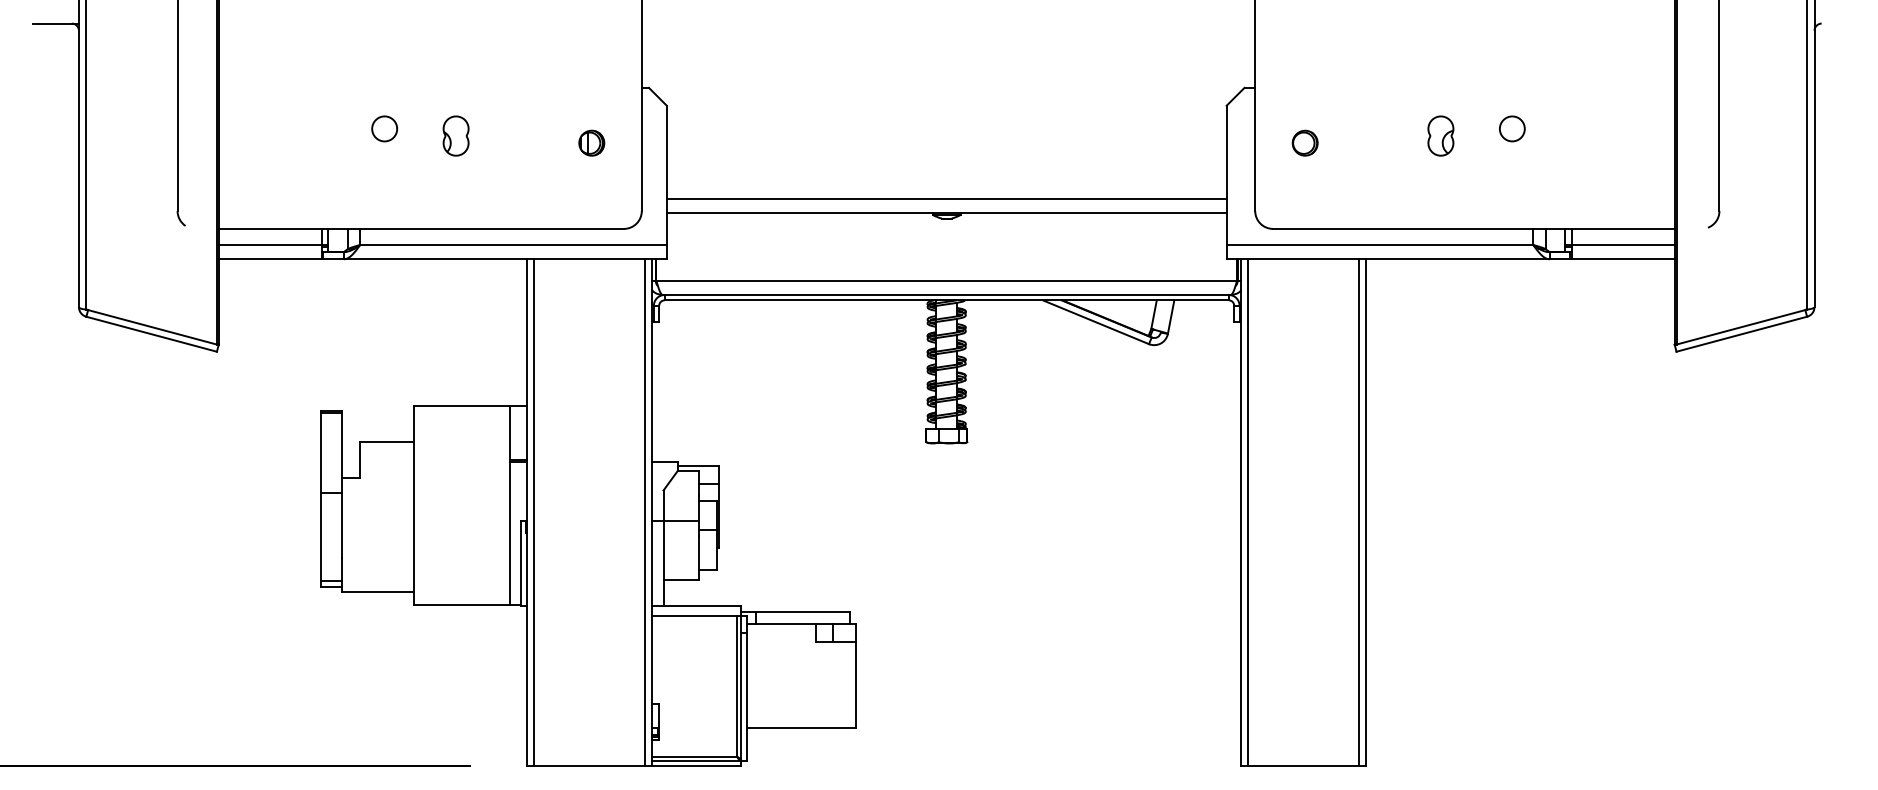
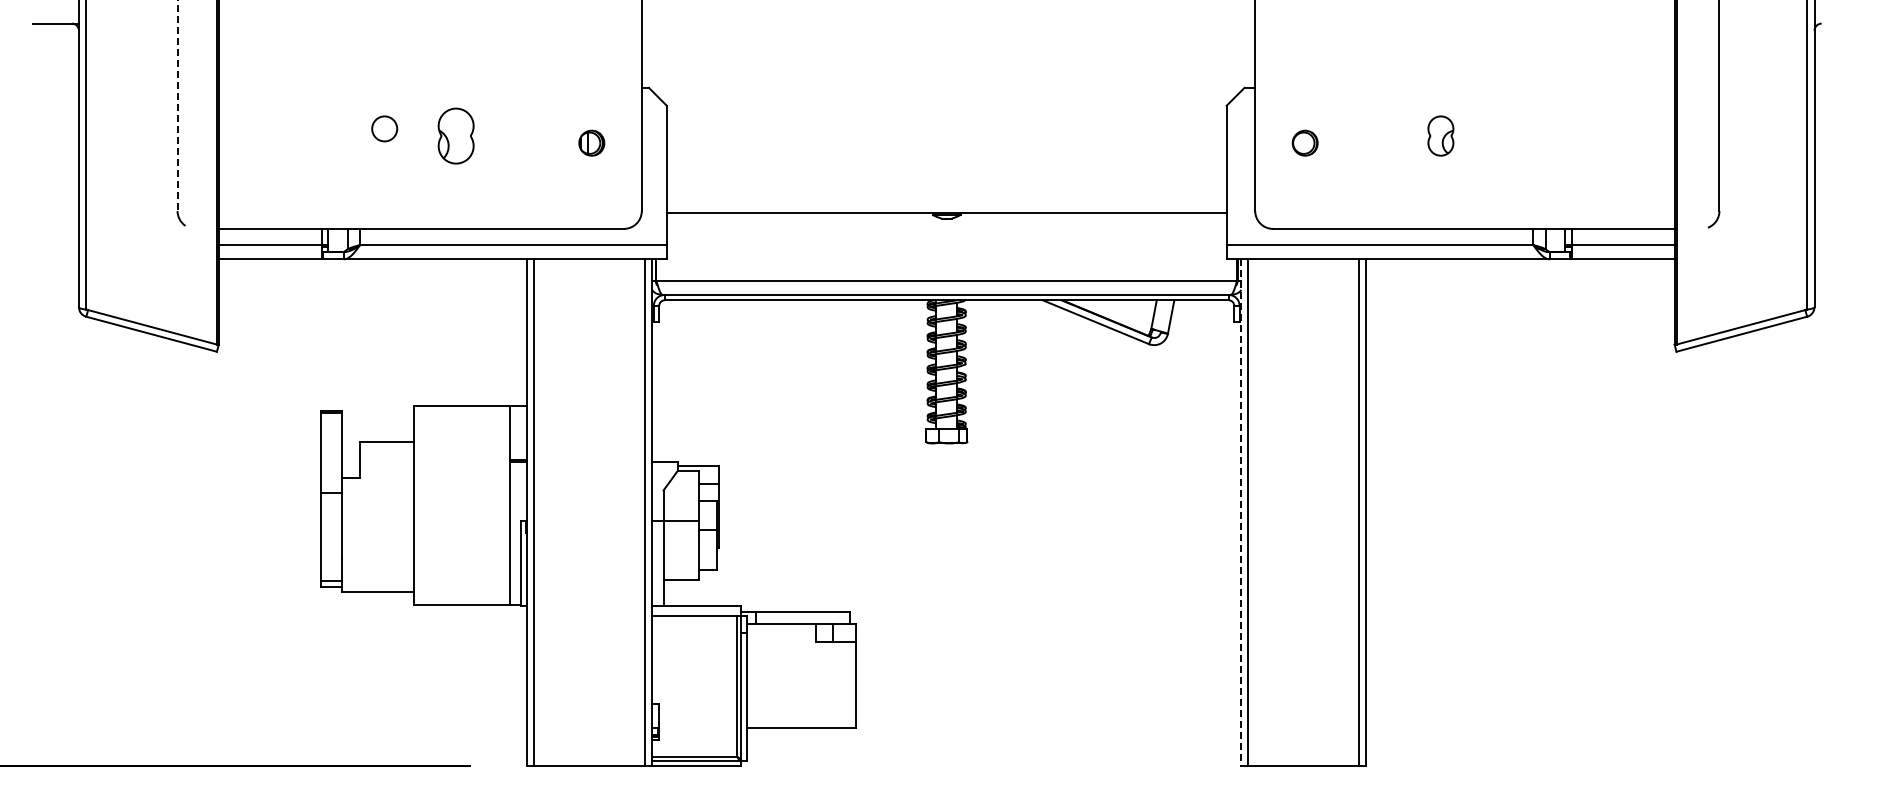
line at (177, 106): solid -> dashed
circle at (1512, 128): present -> none
part at (455, 135) size: 28x42 px -> 38x58 px
line at (946, 198): present -> none
line at (1241, 512): solid -> dashed
